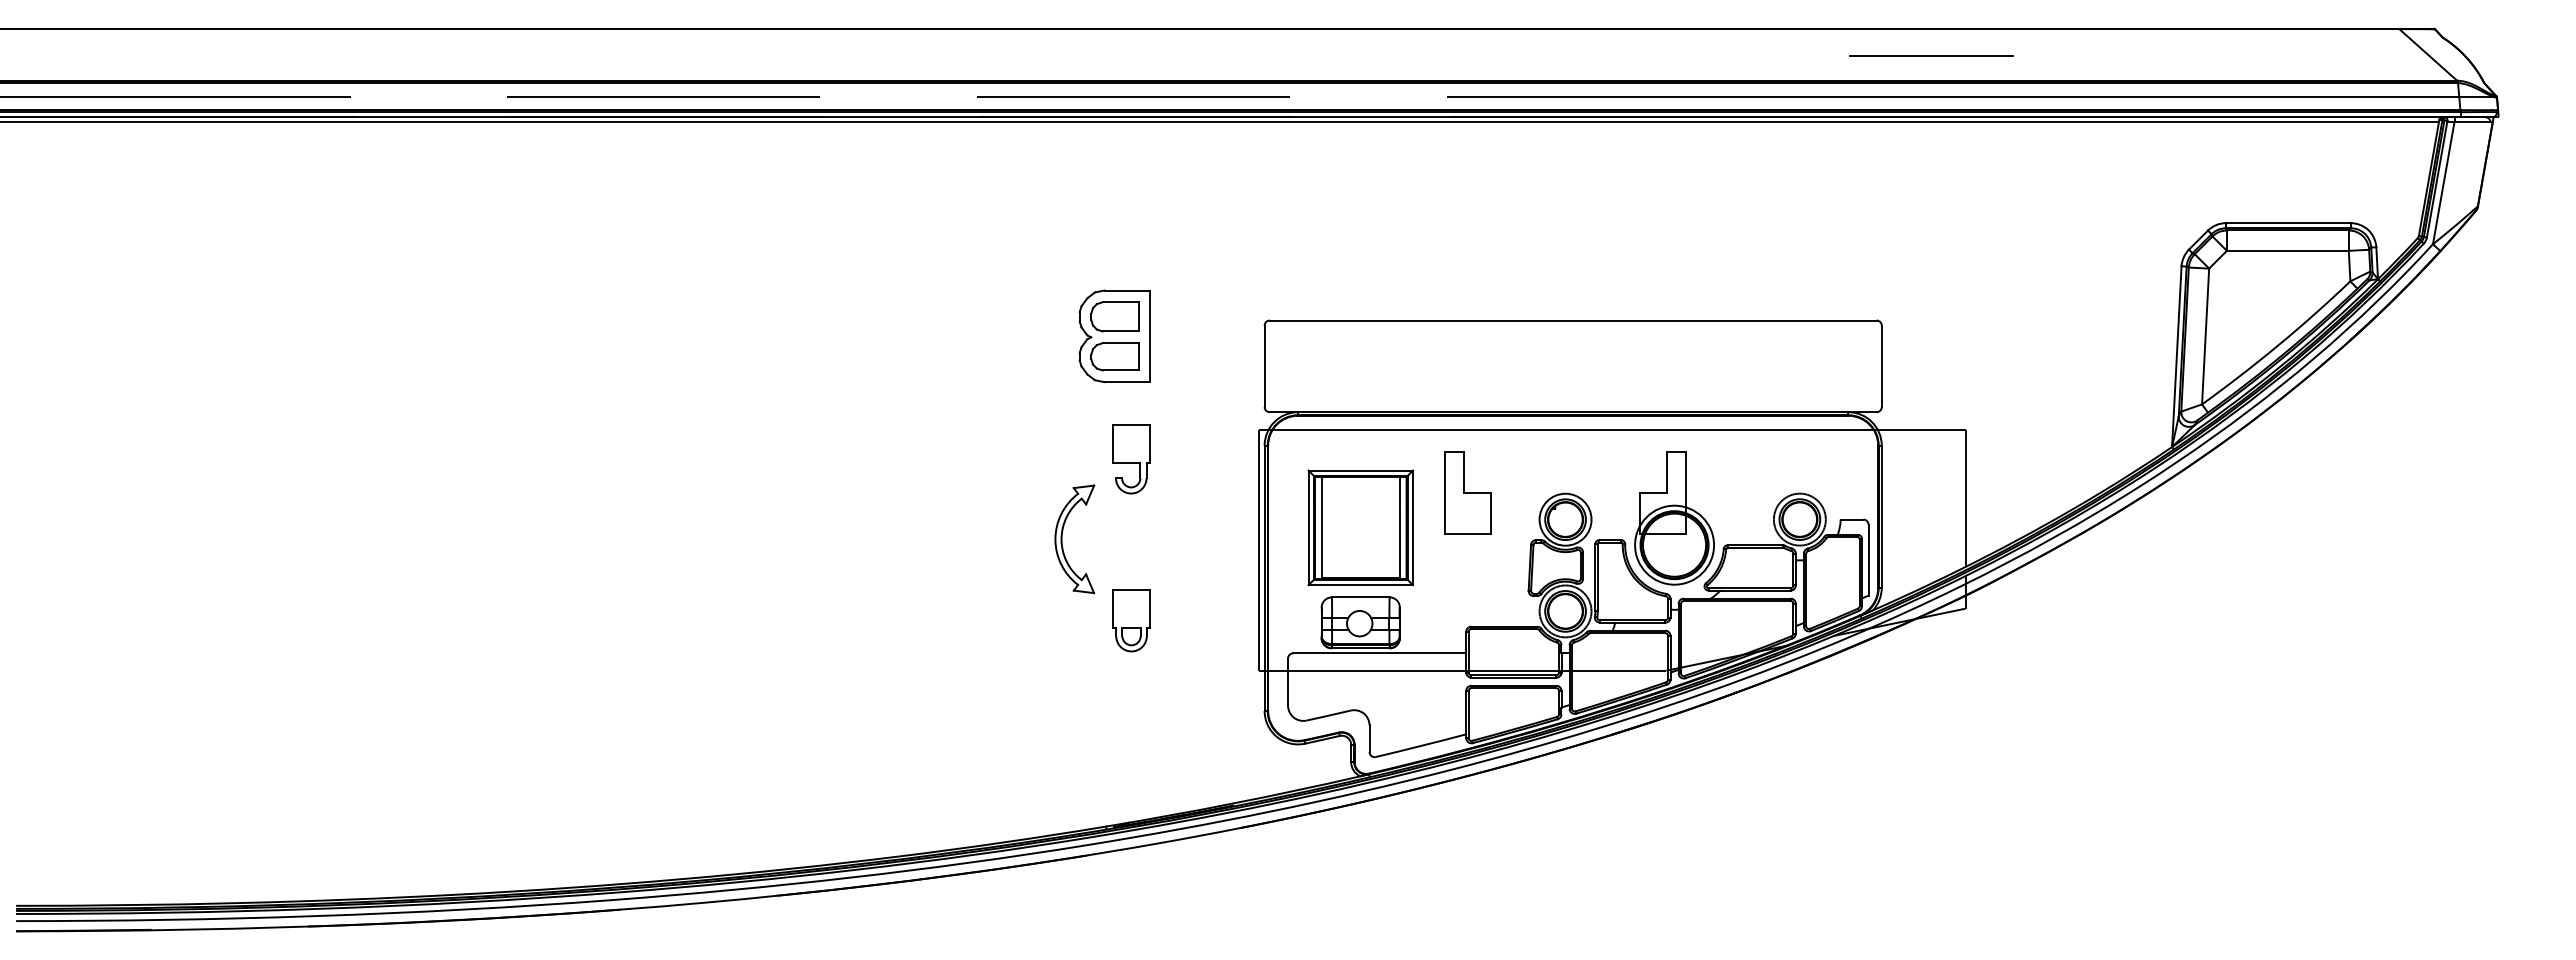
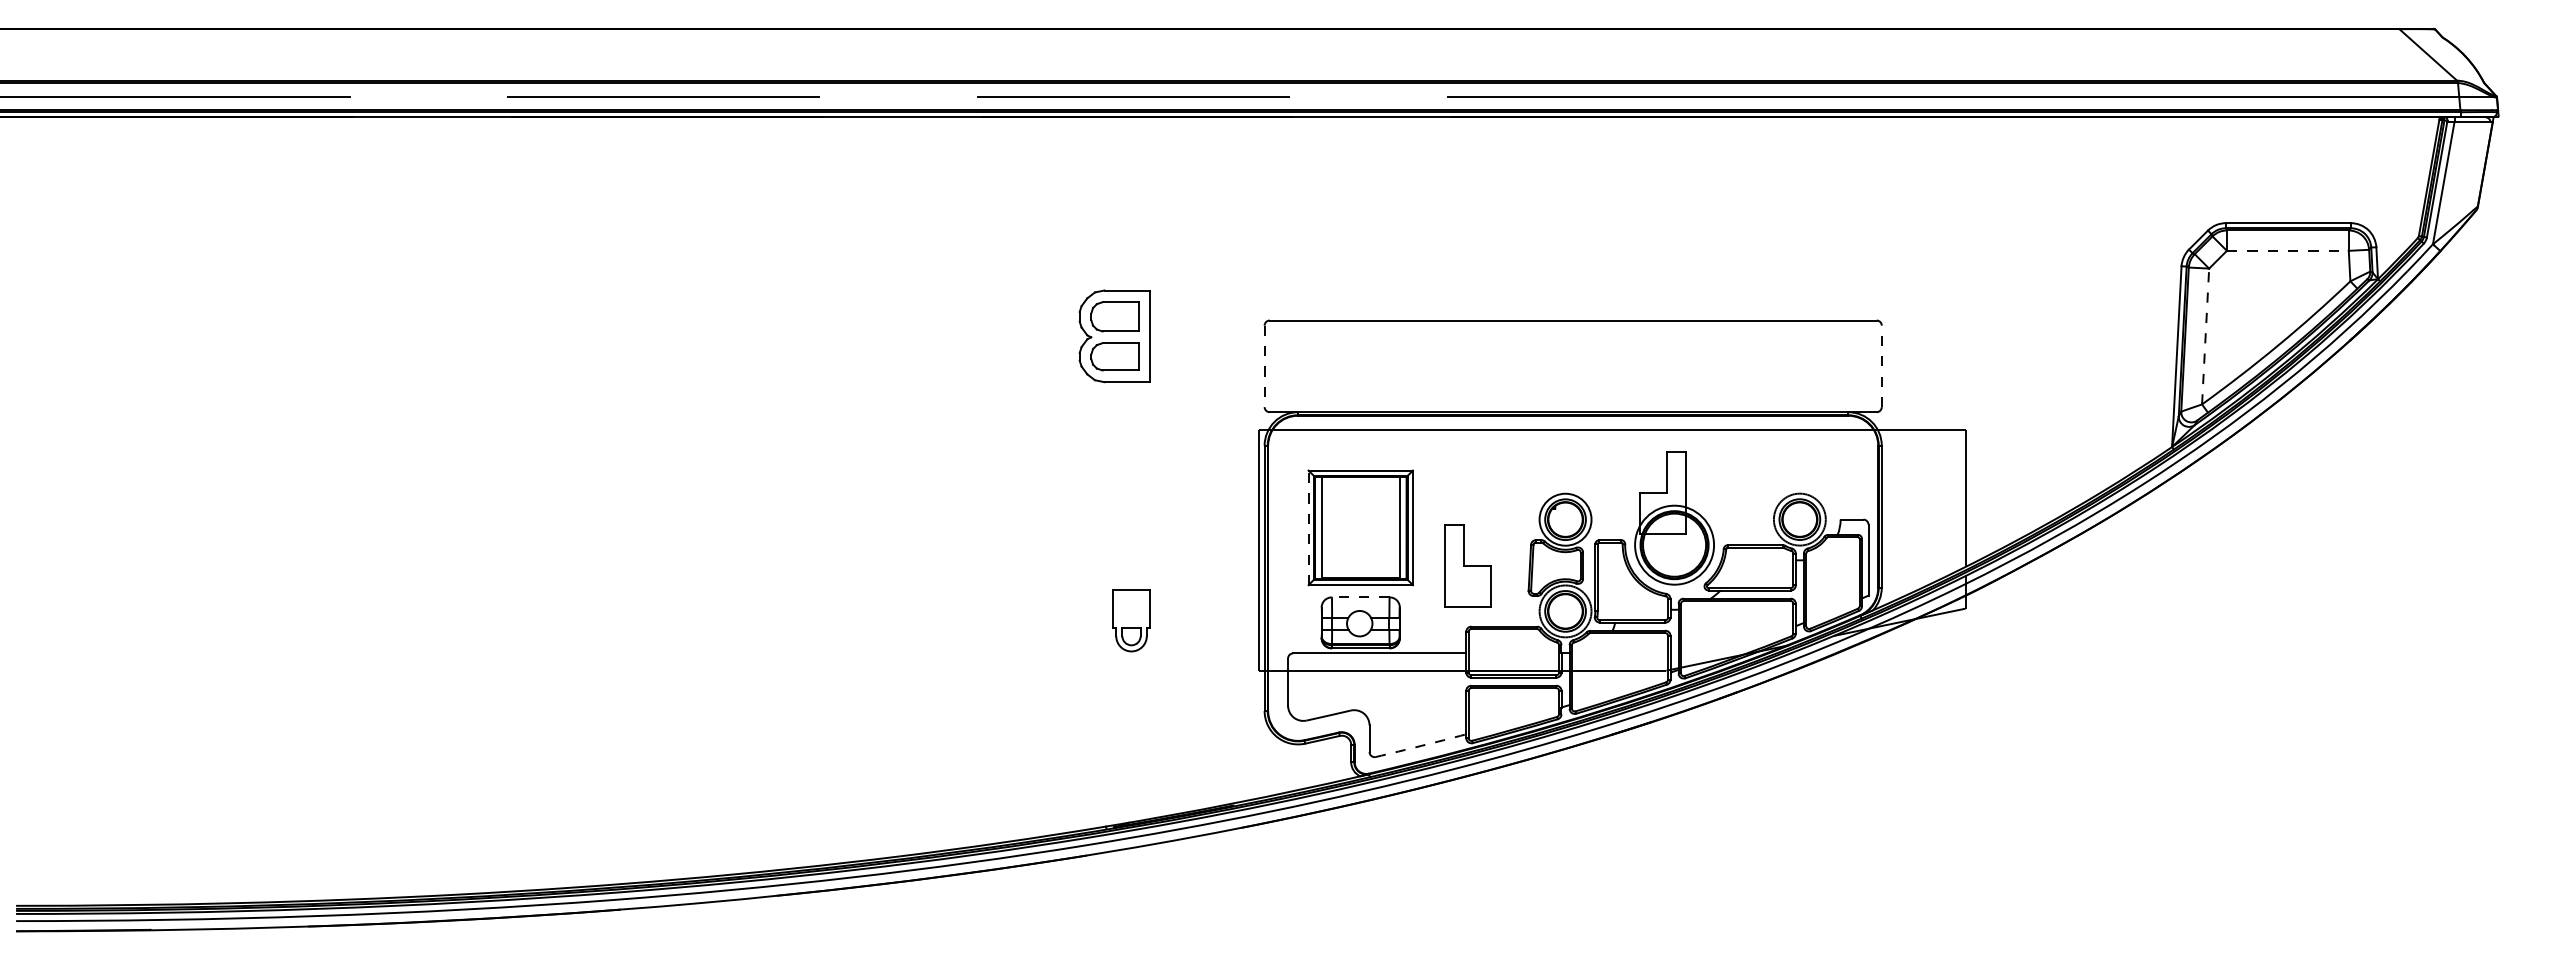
line at (1930, 56): present -> none
line at (1220, 122): present -> none
line at (2287, 250): solid -> dashed
line at (2205, 336): solid -> dashed
line at (1264, 366): solid -> dashed
line at (1881, 366): solid -> dashed
part at (1131, 459): present -> none
part at (1467, 492) position: (1467, 492) -> (1467, 565)
line at (1308, 527): solid -> dashed
part at (1062, 539): present -> none
line at (1360, 597): solid -> dashed
arc at (1421, 745): solid -> dashed
